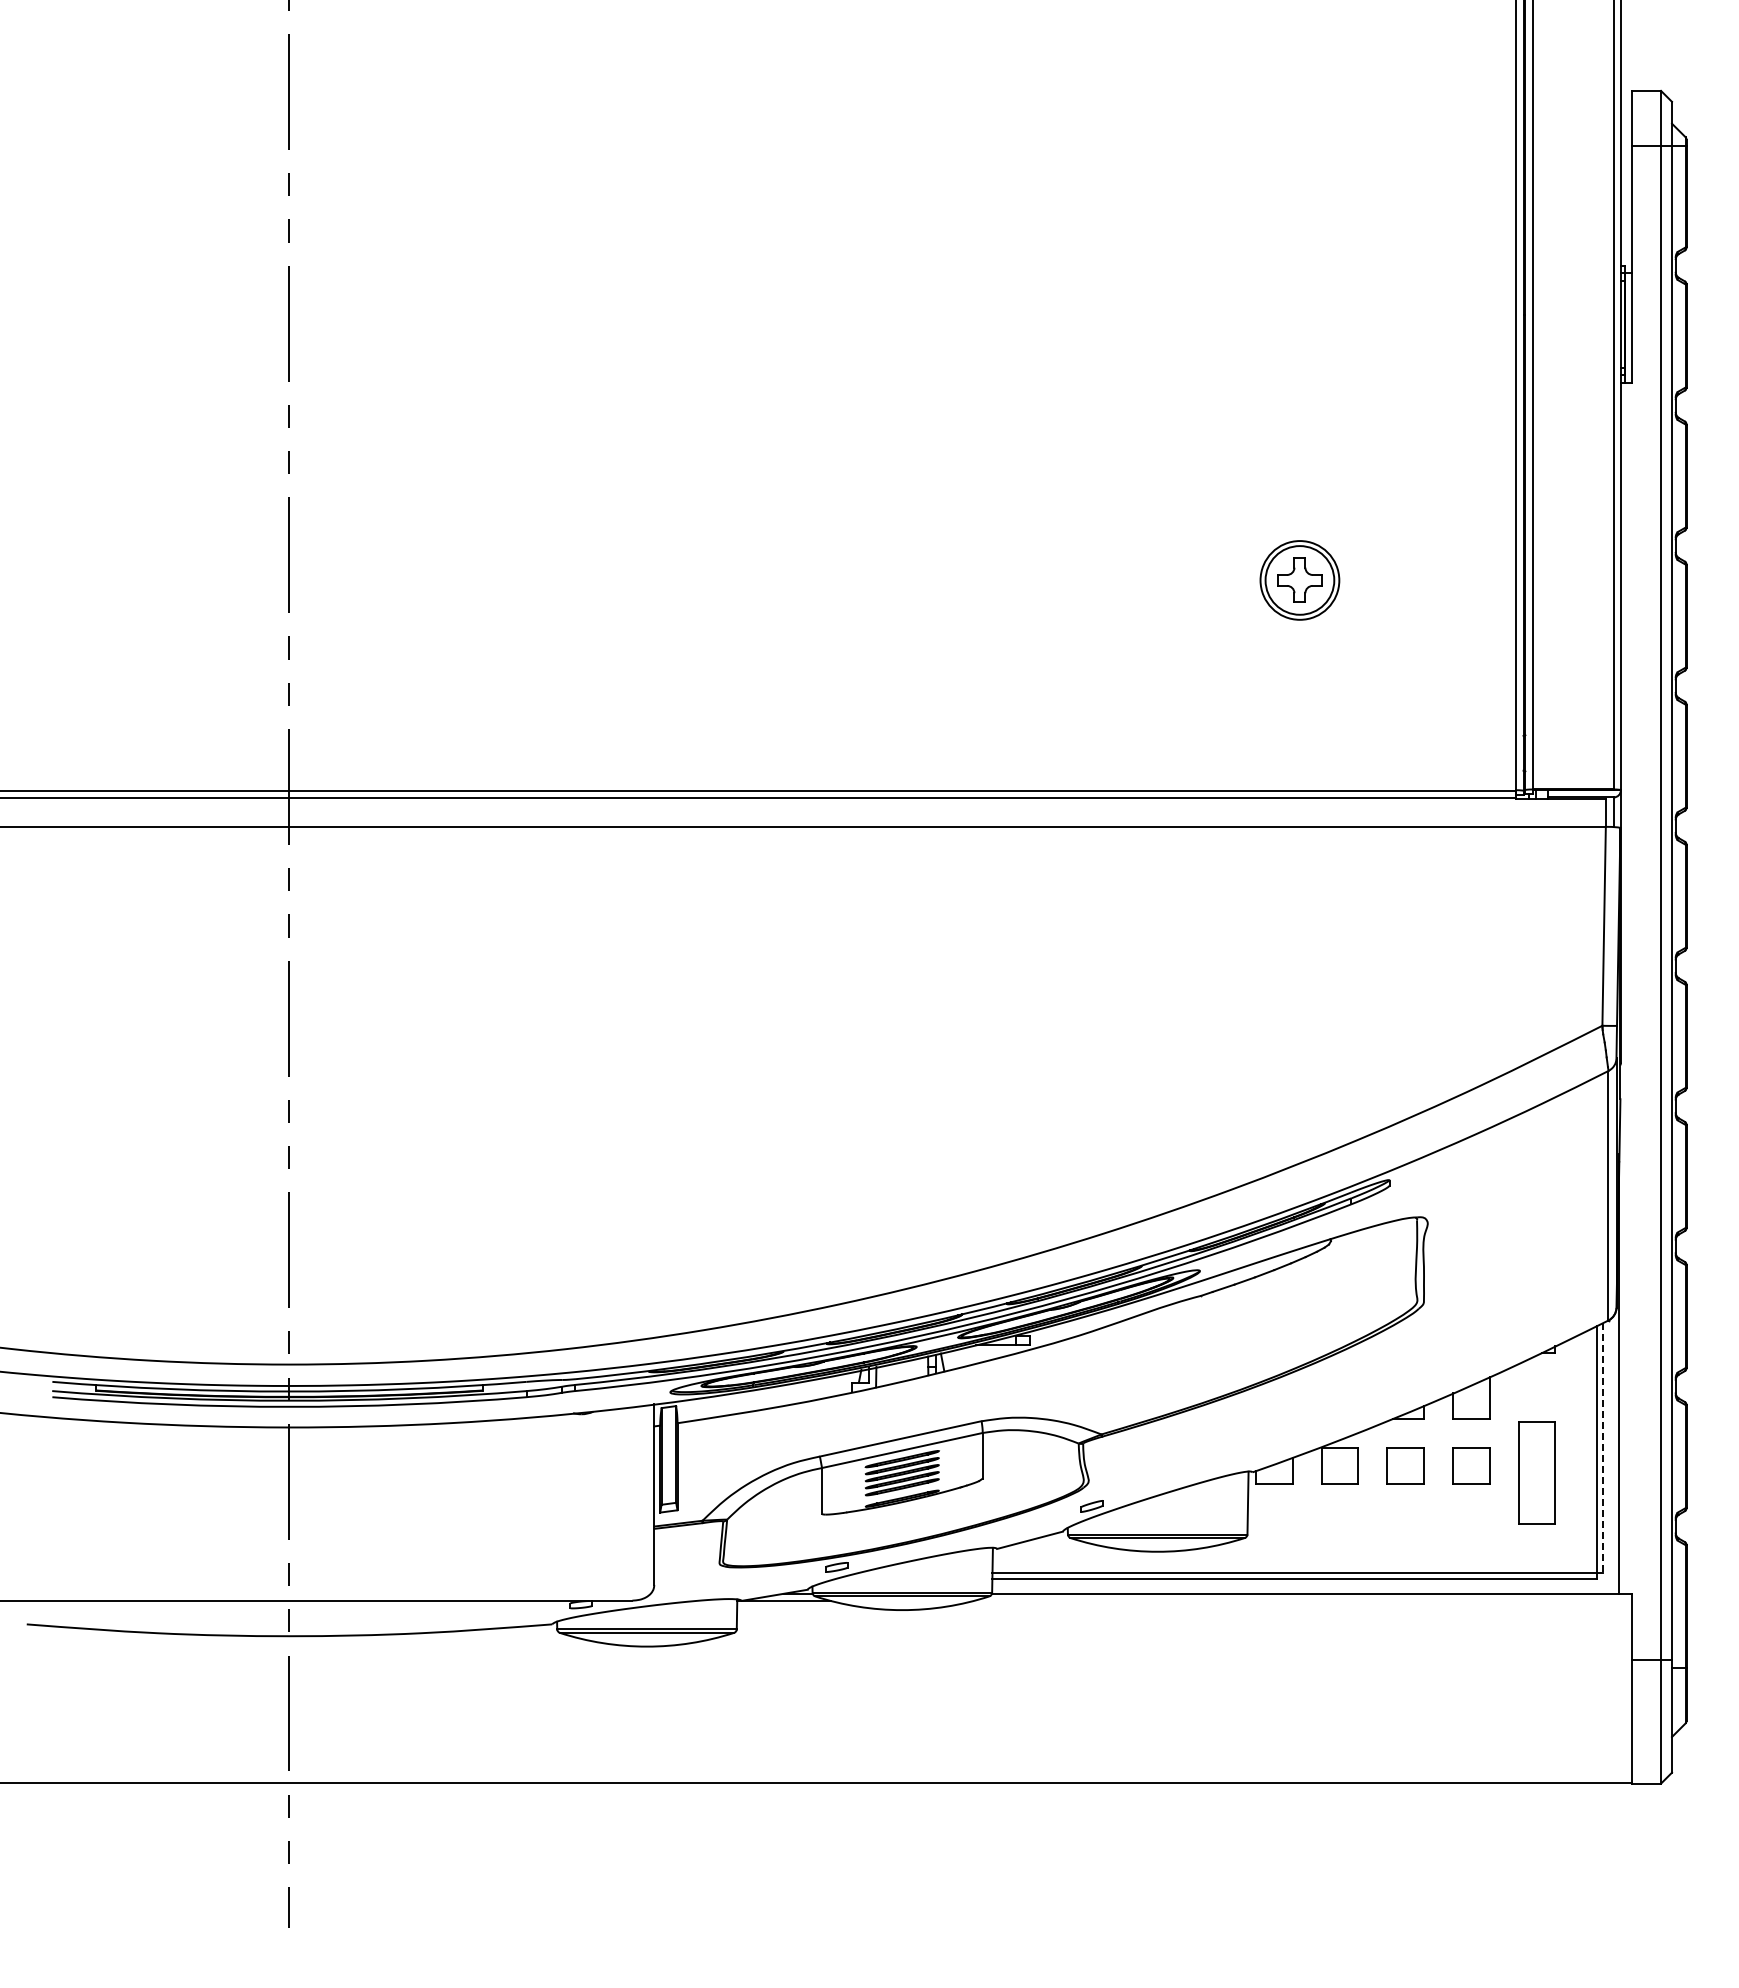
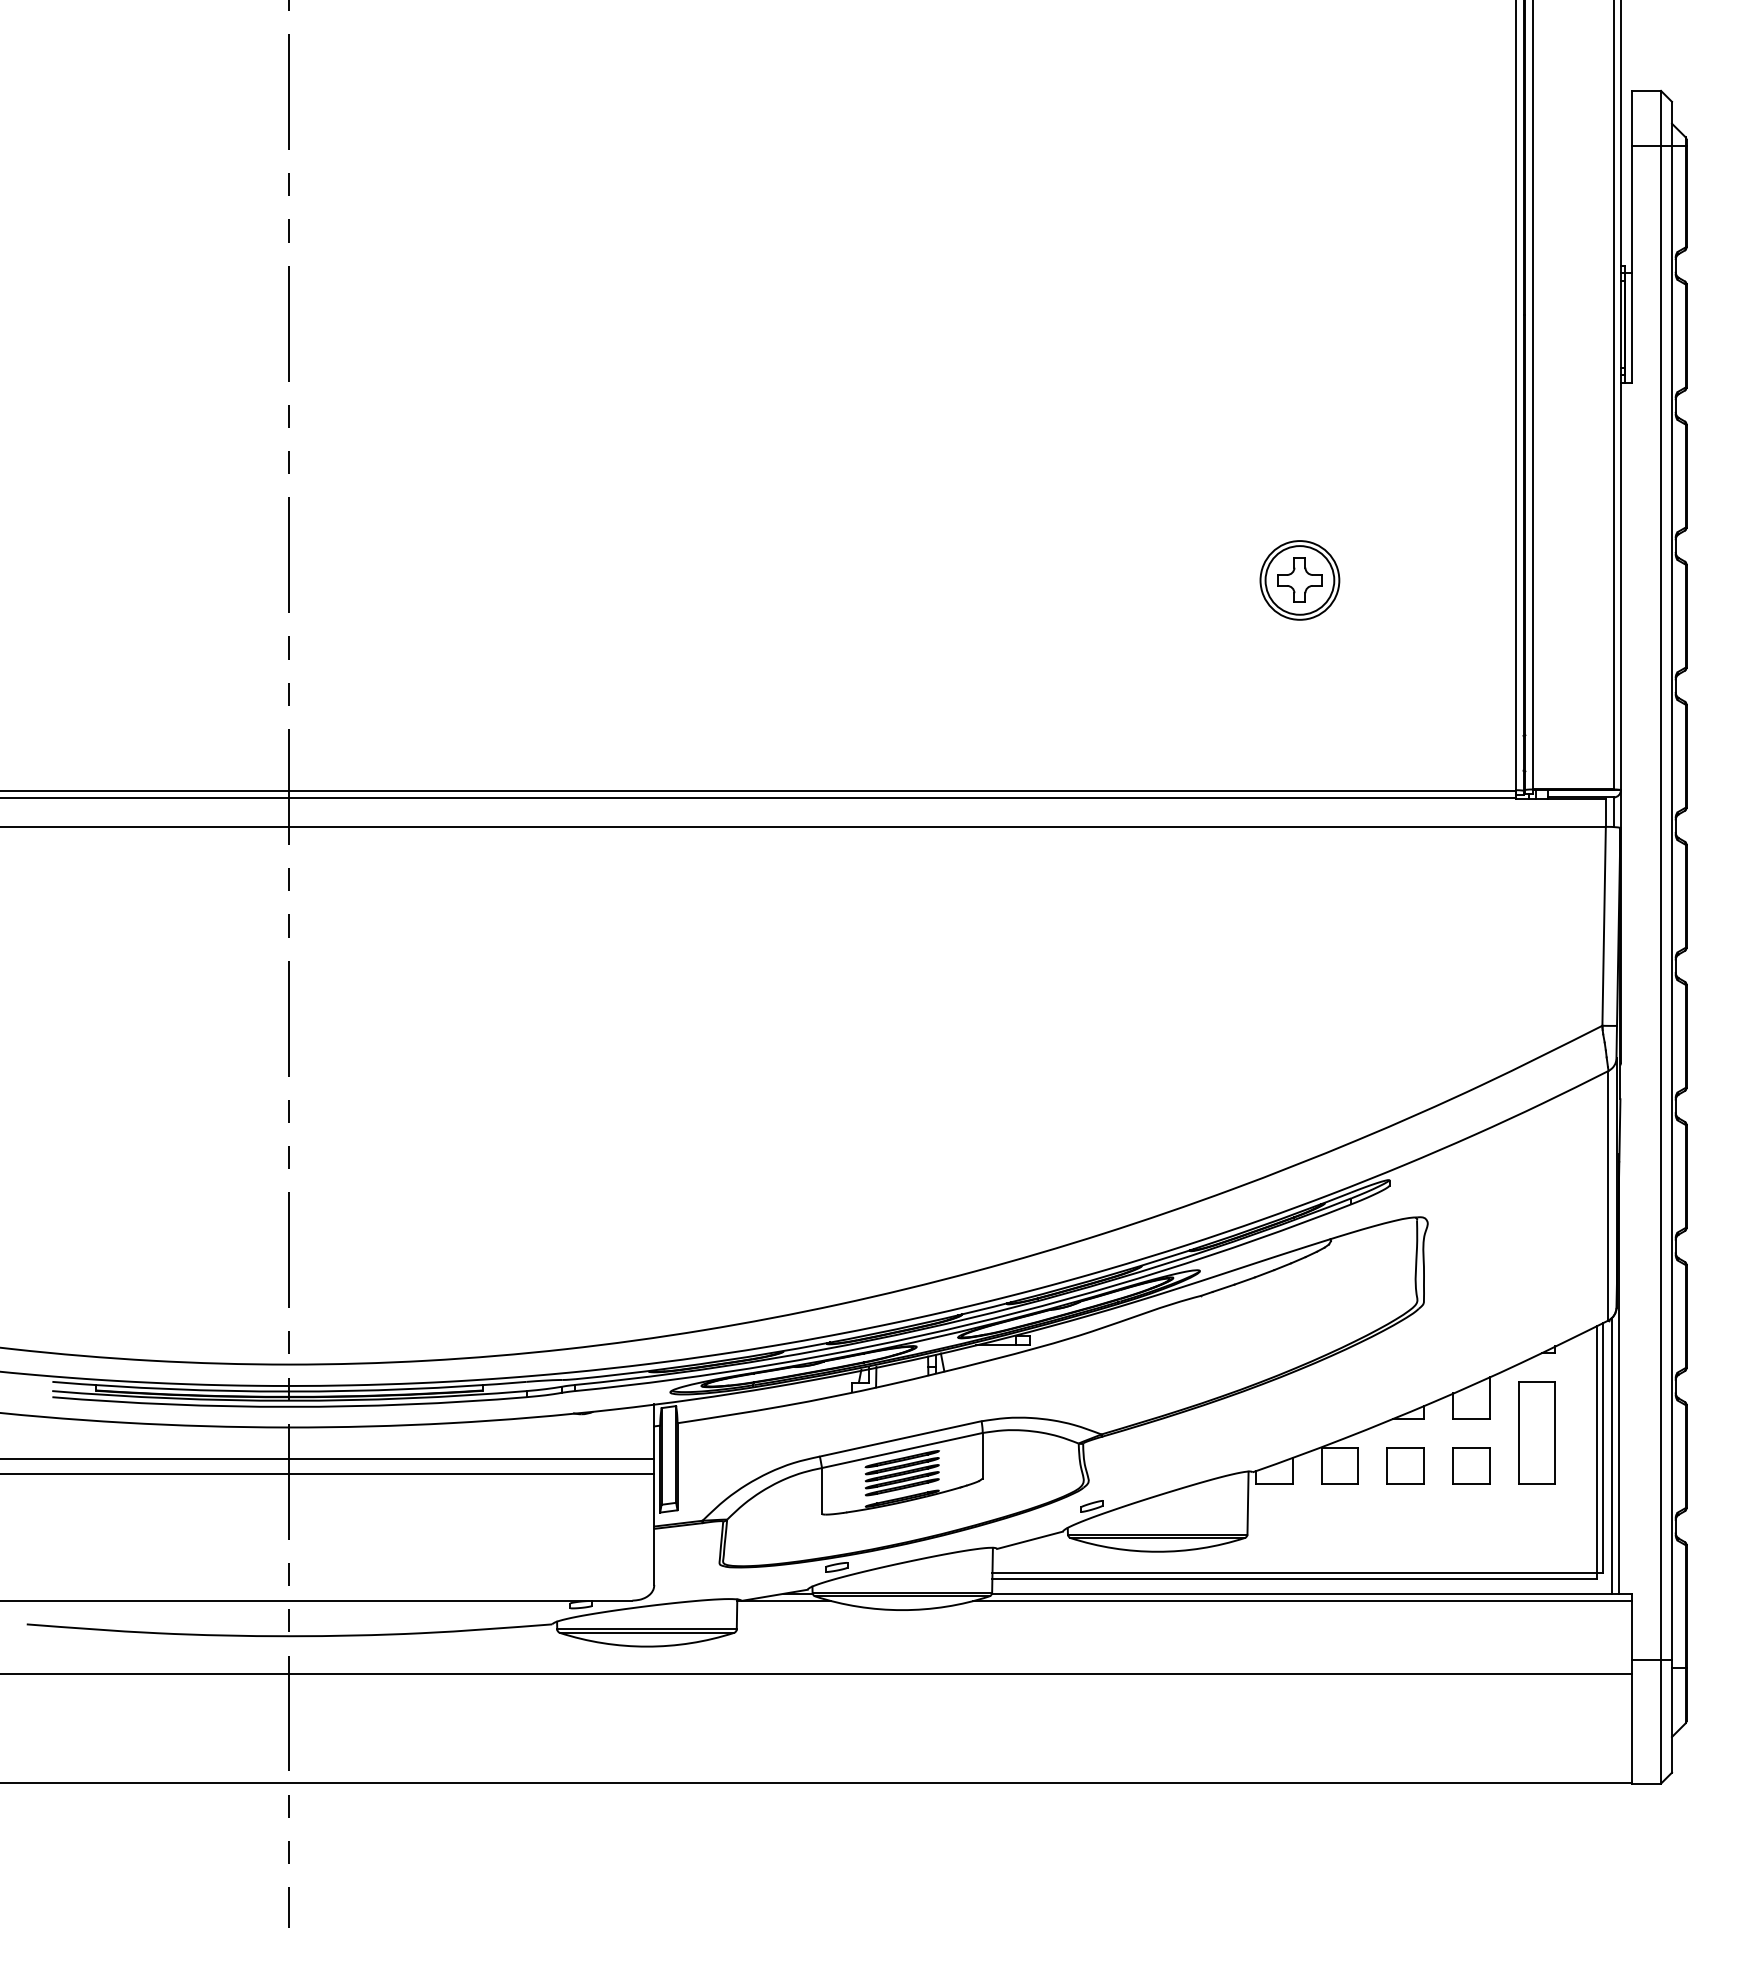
line at (1602, 1448): dashed -> solid
line at (1612, 1455): none -> present
line at (328, 1458): none -> present
part at (1536, 1472) position: (1536, 1472) -> (1536, 1432)
line at (328, 1474): none -> present
line at (1302, 1601): none -> present
line at (816, 1674): none -> present
